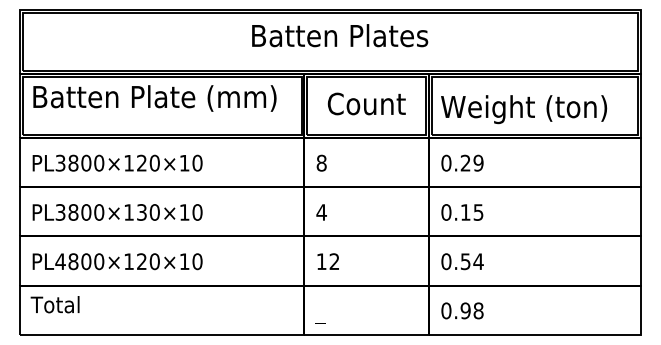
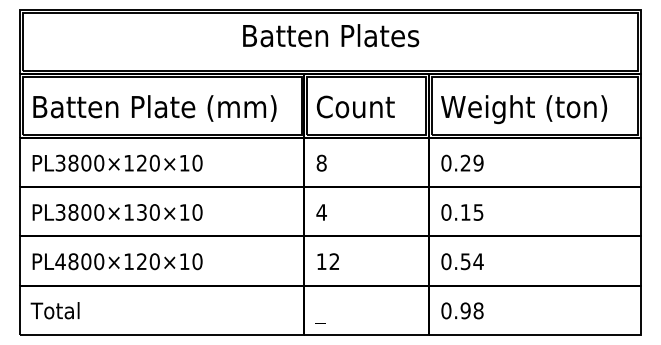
text at (340, 35) position: (340, 35) -> (331, 35)
text at (154, 98) position: (154, 98) -> (154, 108)
text at (366, 103) position: (366, 103) -> (355, 106)
text at (54, 304) position: (54, 304) -> (54, 310)
